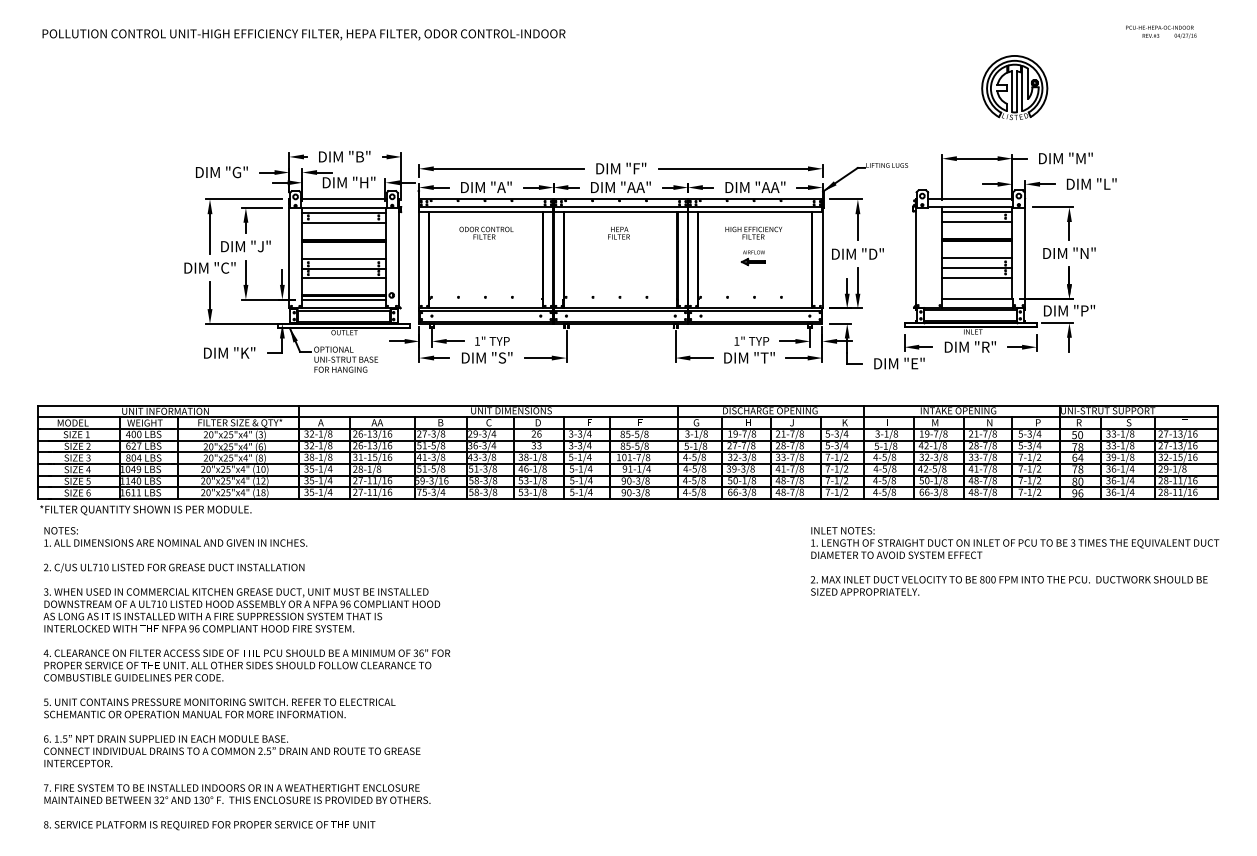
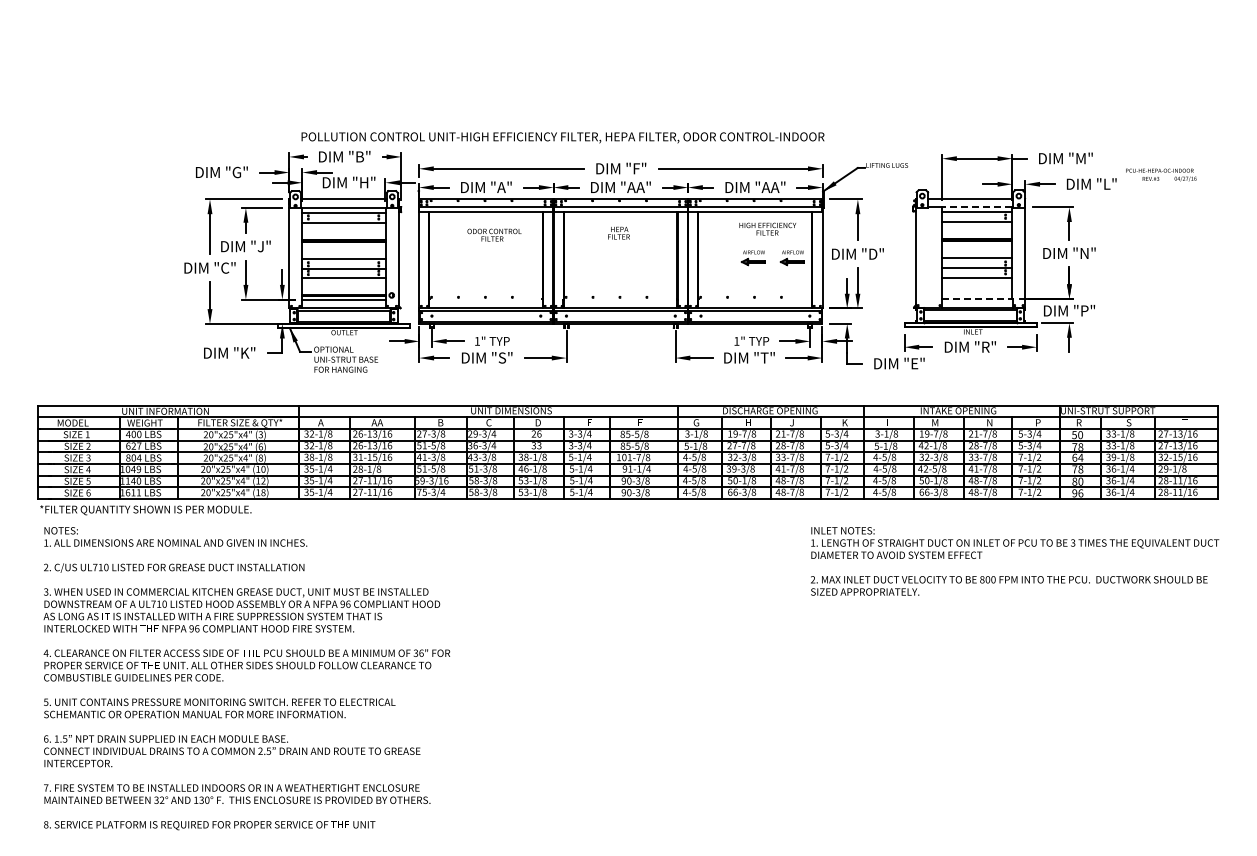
text at (1161, 31) position: (1161, 31) -> (1161, 174)
text at (303, 34) position: (303, 34) -> (562, 137)
part at (1014, 87): present -> none
line at (976, 207): solid -> dashed
text at (486, 232) position: (486, 232) -> (494, 234)
text at (753, 232) position: (753, 232) -> (767, 228)
part at (791, 258): none -> present
line at (977, 298): solid -> dashed
